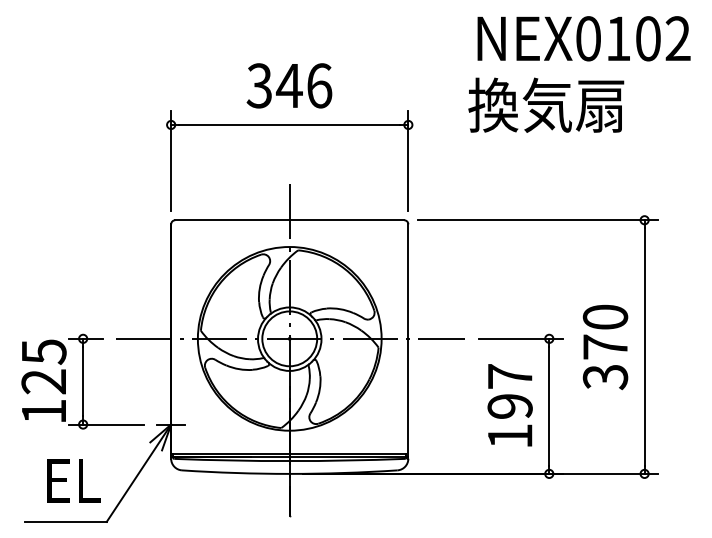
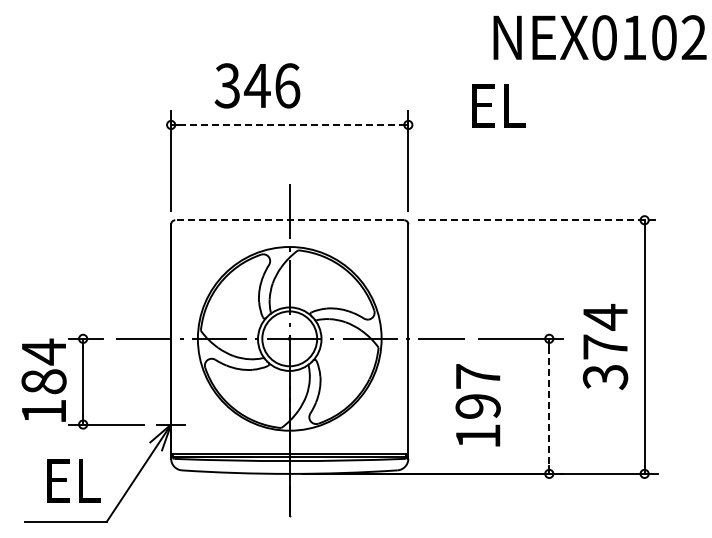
text at (583, 38) position: (583, 38) -> (599, 37)
text at (289, 85) position: (289, 85) -> (257, 85)
text at (546, 104): 換気扇 -> EL
line at (290, 124): solid -> dashed
line at (289, 220): solid -> dashed
line at (538, 220): solid -> dashed
text at (605, 317): 370 -> 374
text at (43, 366): 125 -> 184
text at (509, 405) position: (509, 405) -> (477, 405)
line at (549, 406): solid -> dashed
